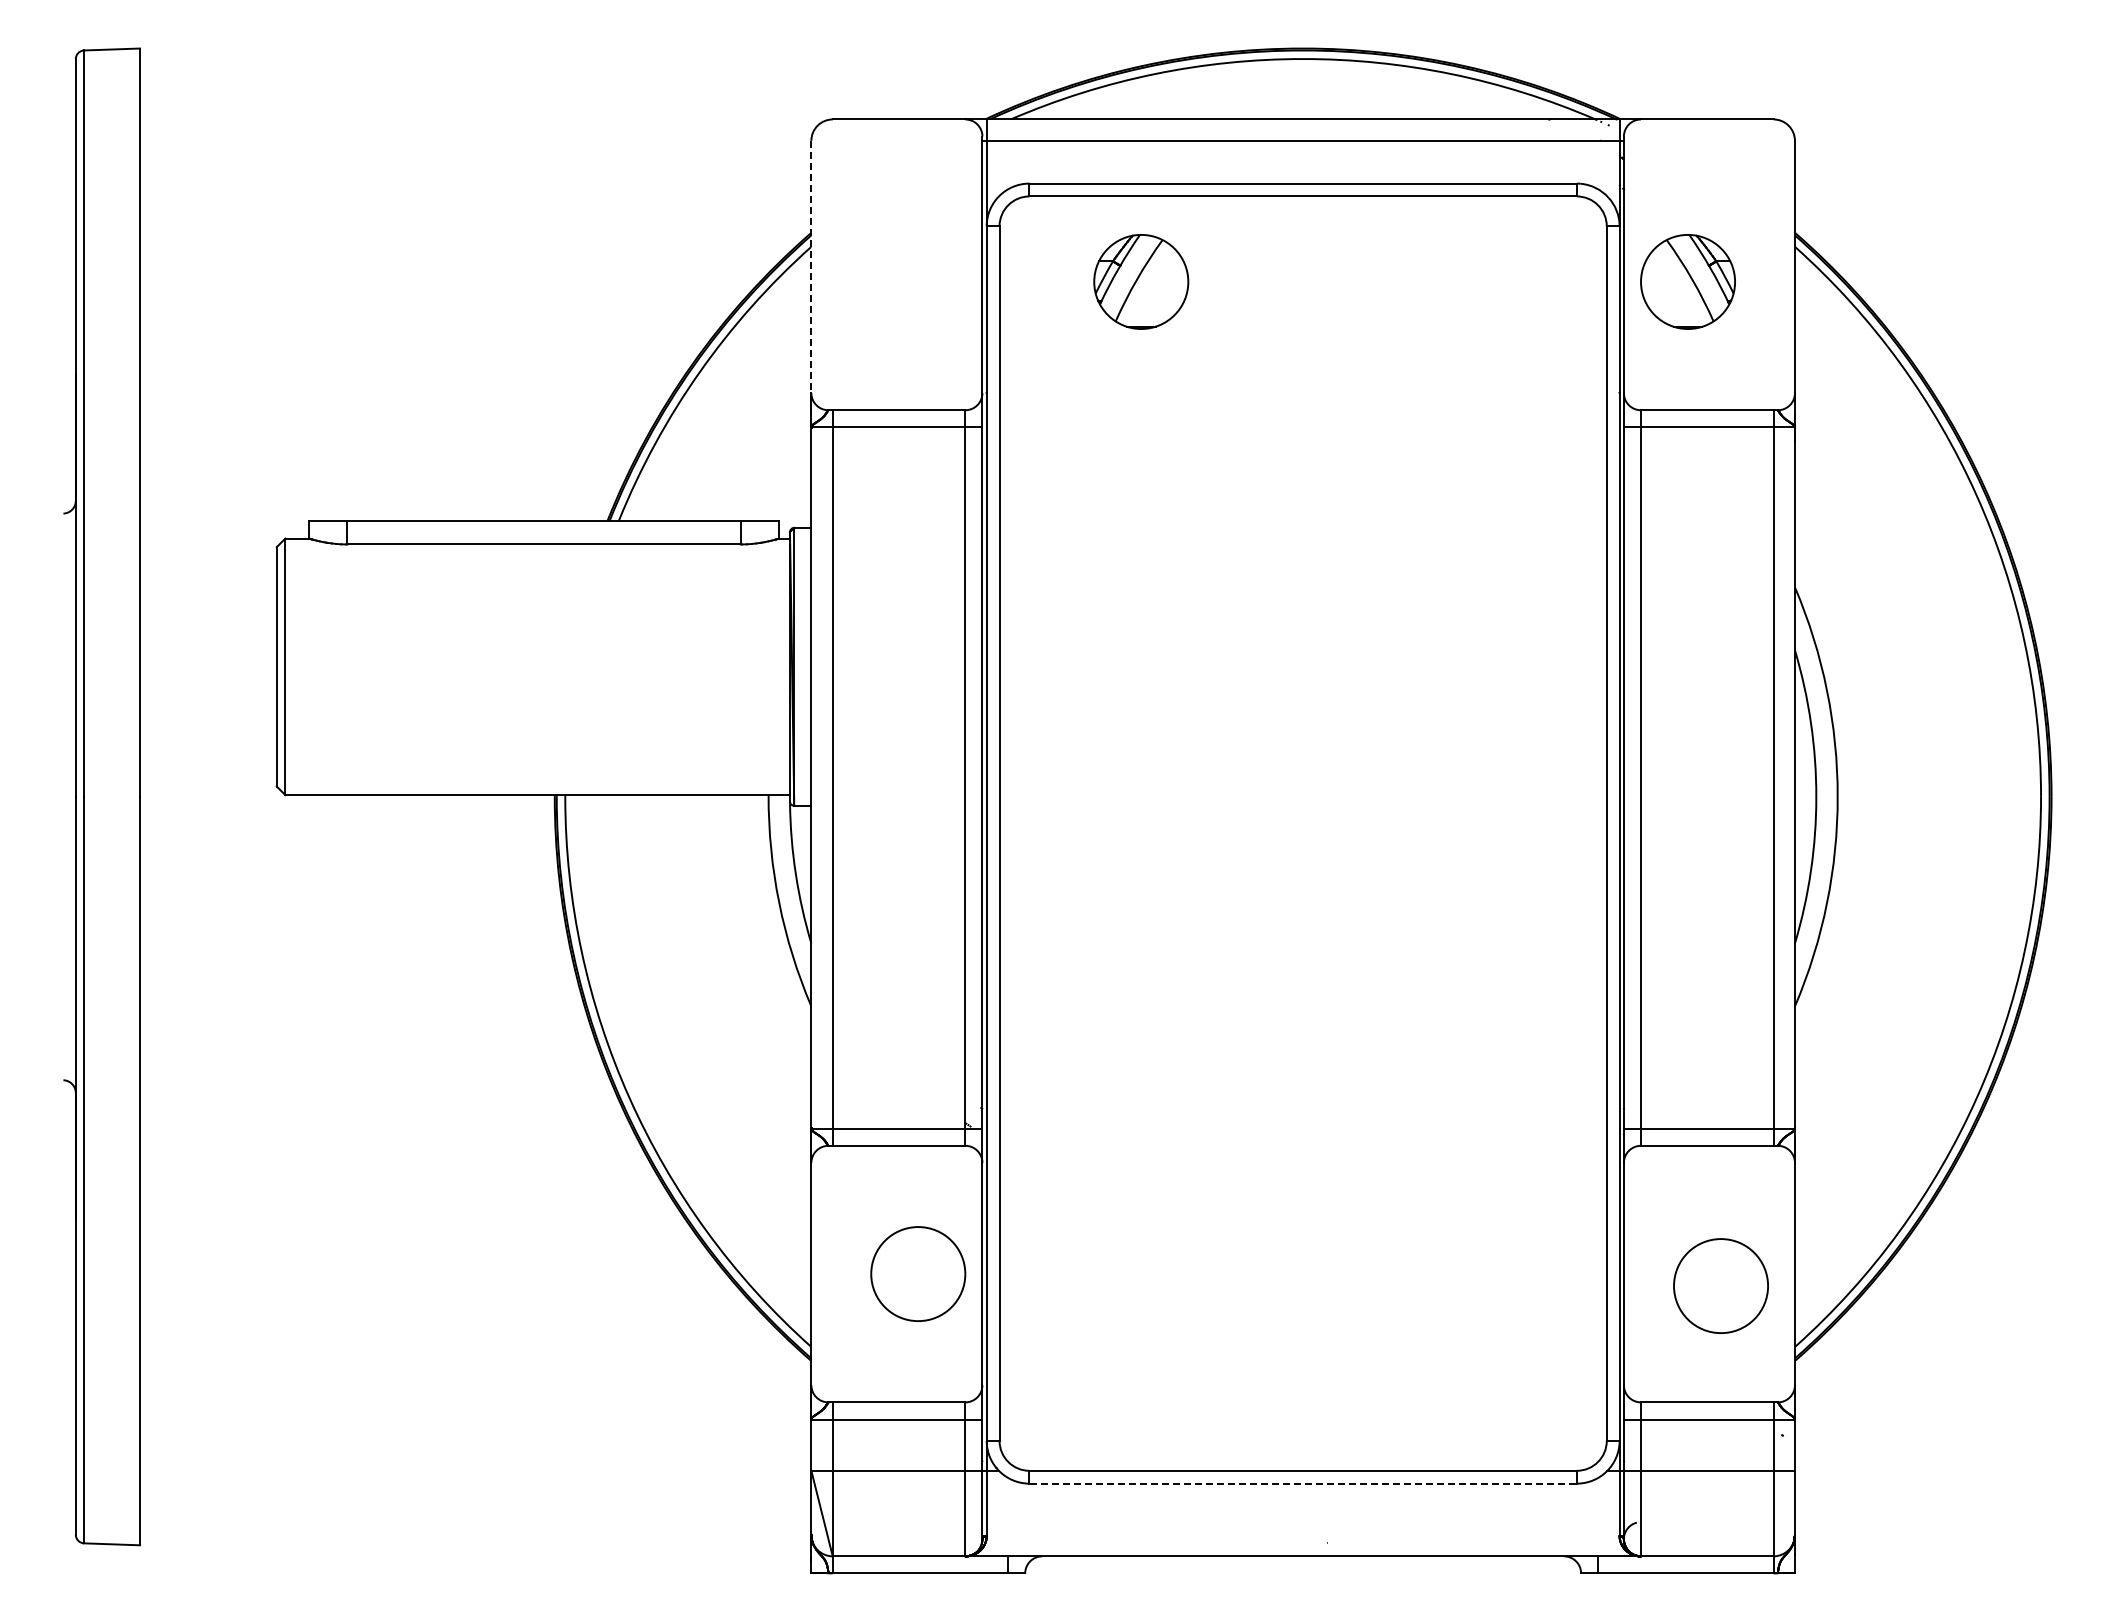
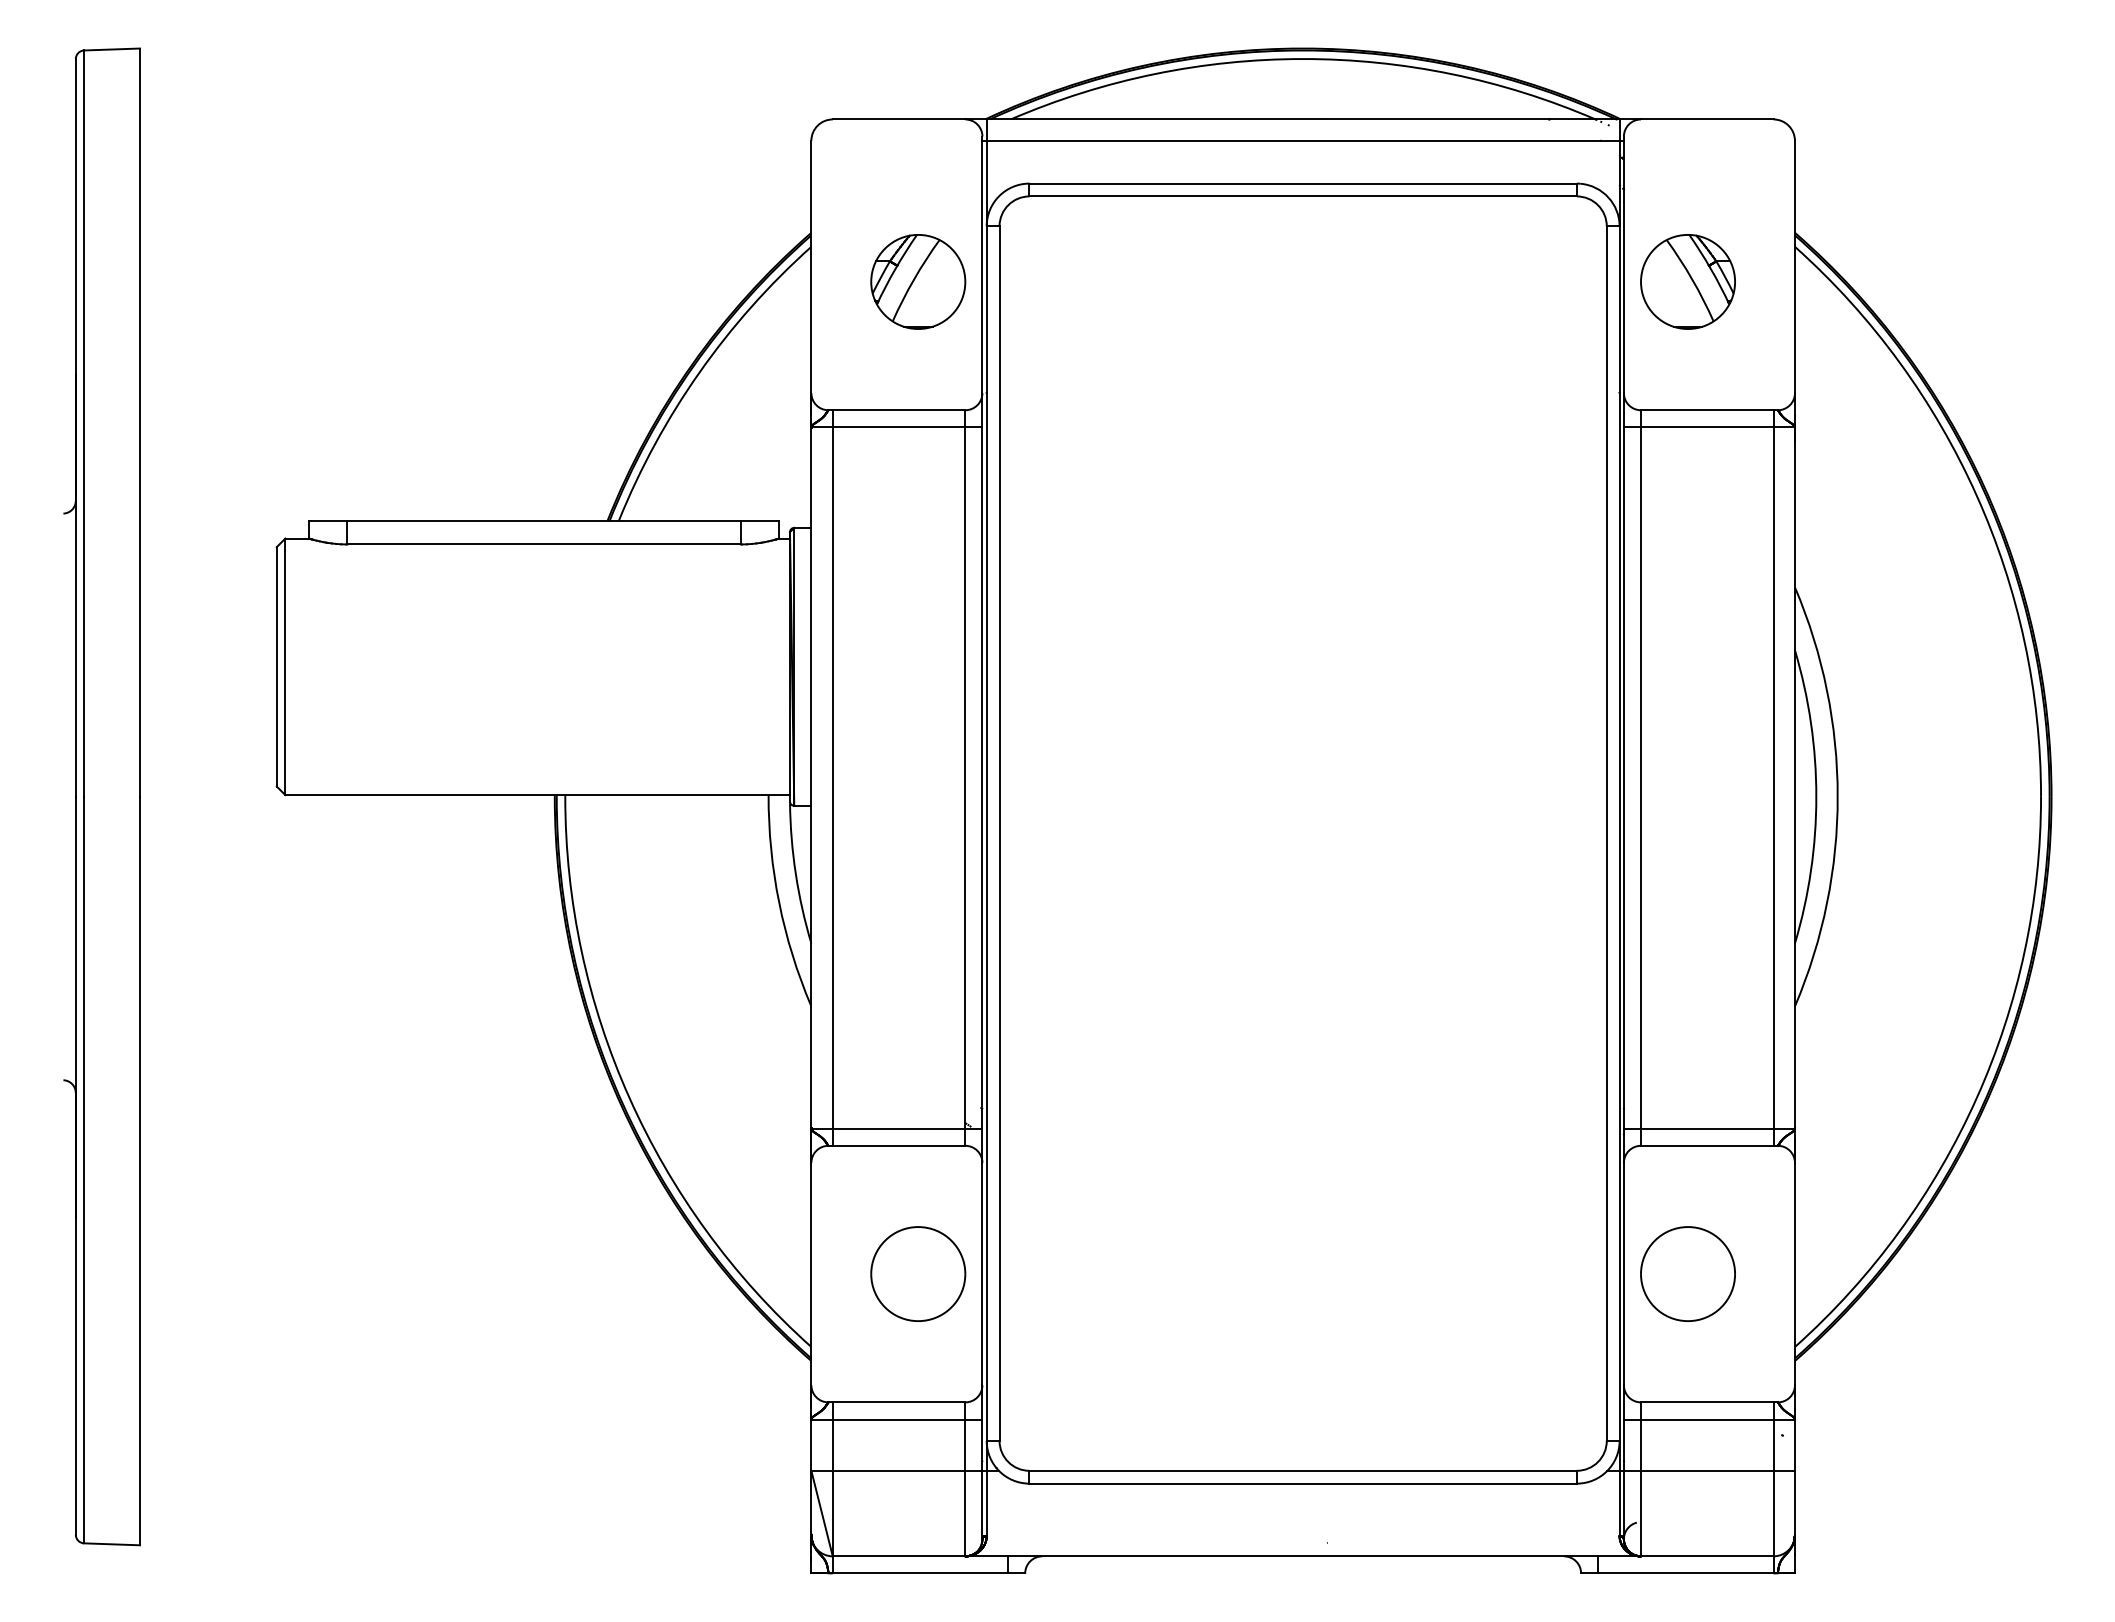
line at (811, 267): dashed -> solid
part at (1141, 281) position: (1141, 281) -> (918, 281)
part at (1720, 1285) position: (1720, 1285) -> (1687, 1273)
line at (1303, 1483): dashed -> solid
